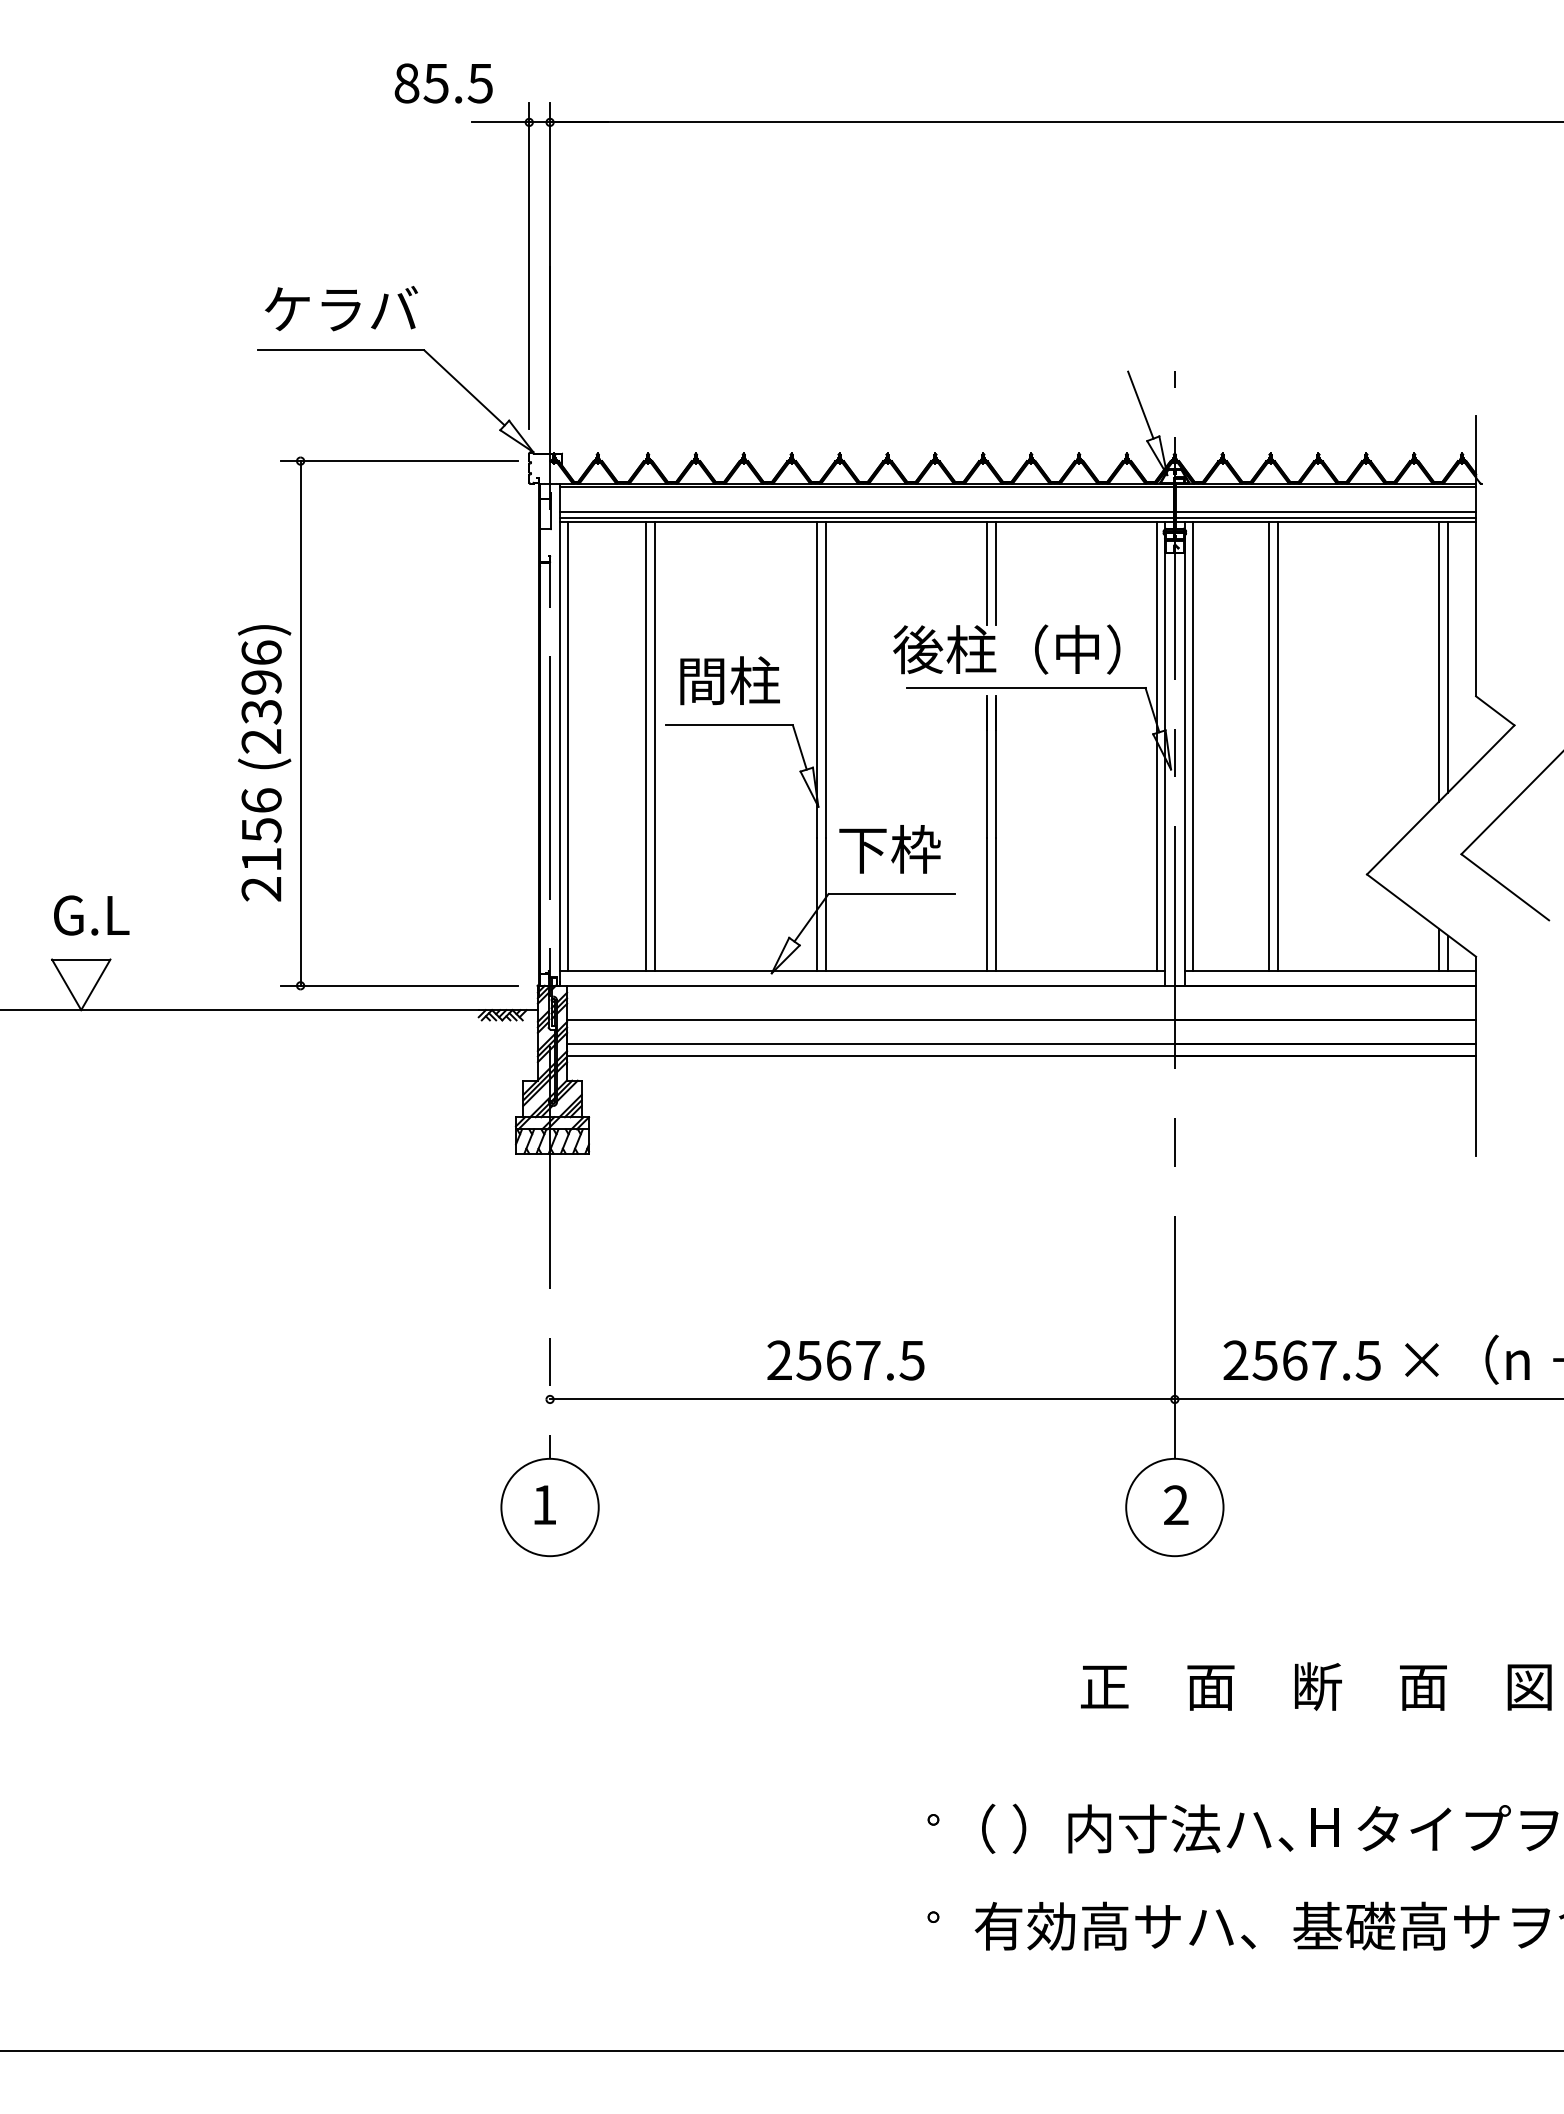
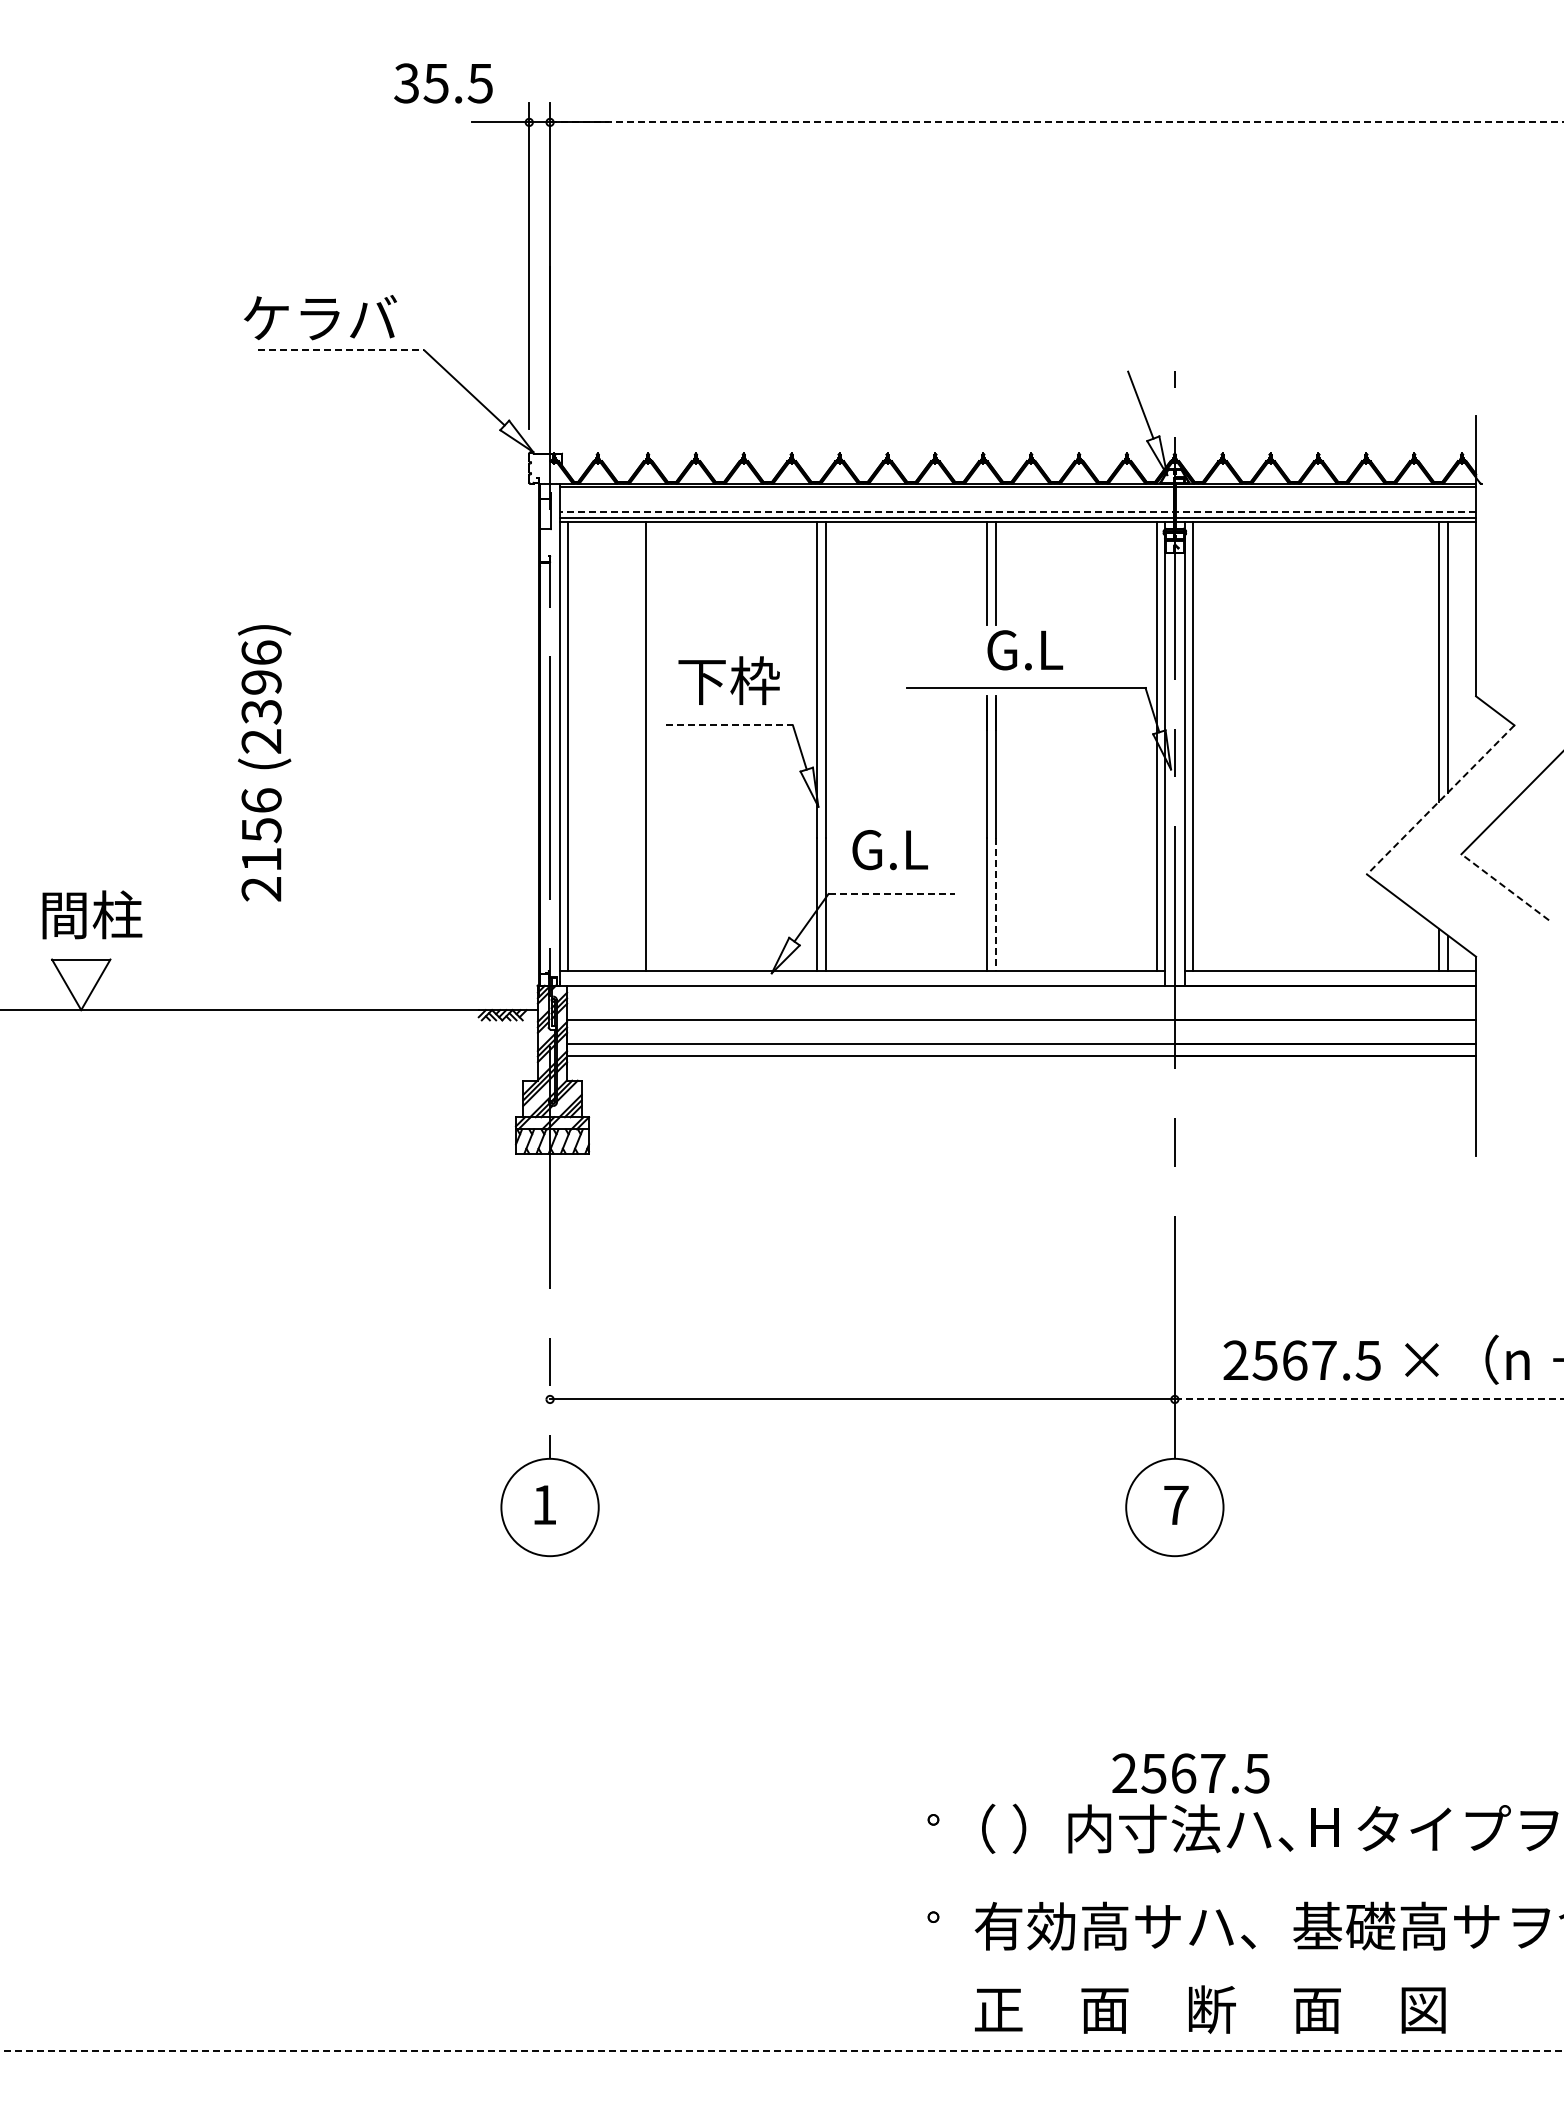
text at (406, 83): 85.5 -> 35.5
line at (1056, 122): solid -> dashed
text at (341, 308) position: (341, 308) -> (320, 317)
line at (341, 350): solid -> dashed
line at (1018, 511): solid -> dashed
text at (1006, 649): 後柱（中） -> G.L
text at (728, 680): 間柱 -> 下枠
part at (301, 723): present -> none
line at (730, 725): solid -> dashed
line at (655, 746): present -> none
line at (1268, 746): present -> none
line at (1277, 746): present -> none
line at (1440, 799): solid -> dashed
text at (889, 849): 下枠 -> G.L
line at (1505, 887): solid -> dashed
line at (892, 894): solid -> dashed
line at (995, 905): solid -> dashed
text at (92, 914): G.L -> 間柱
text at (845, 1360) position: (845, 1360) -> (1190, 1773)
line at (1369, 1399): solid -> dashed
text at (1176, 1504): 2 -> 7
text at (1316, 1686) position: (1316, 1686) -> (1210, 2009)
line at (781, 2050): solid -> dashed
